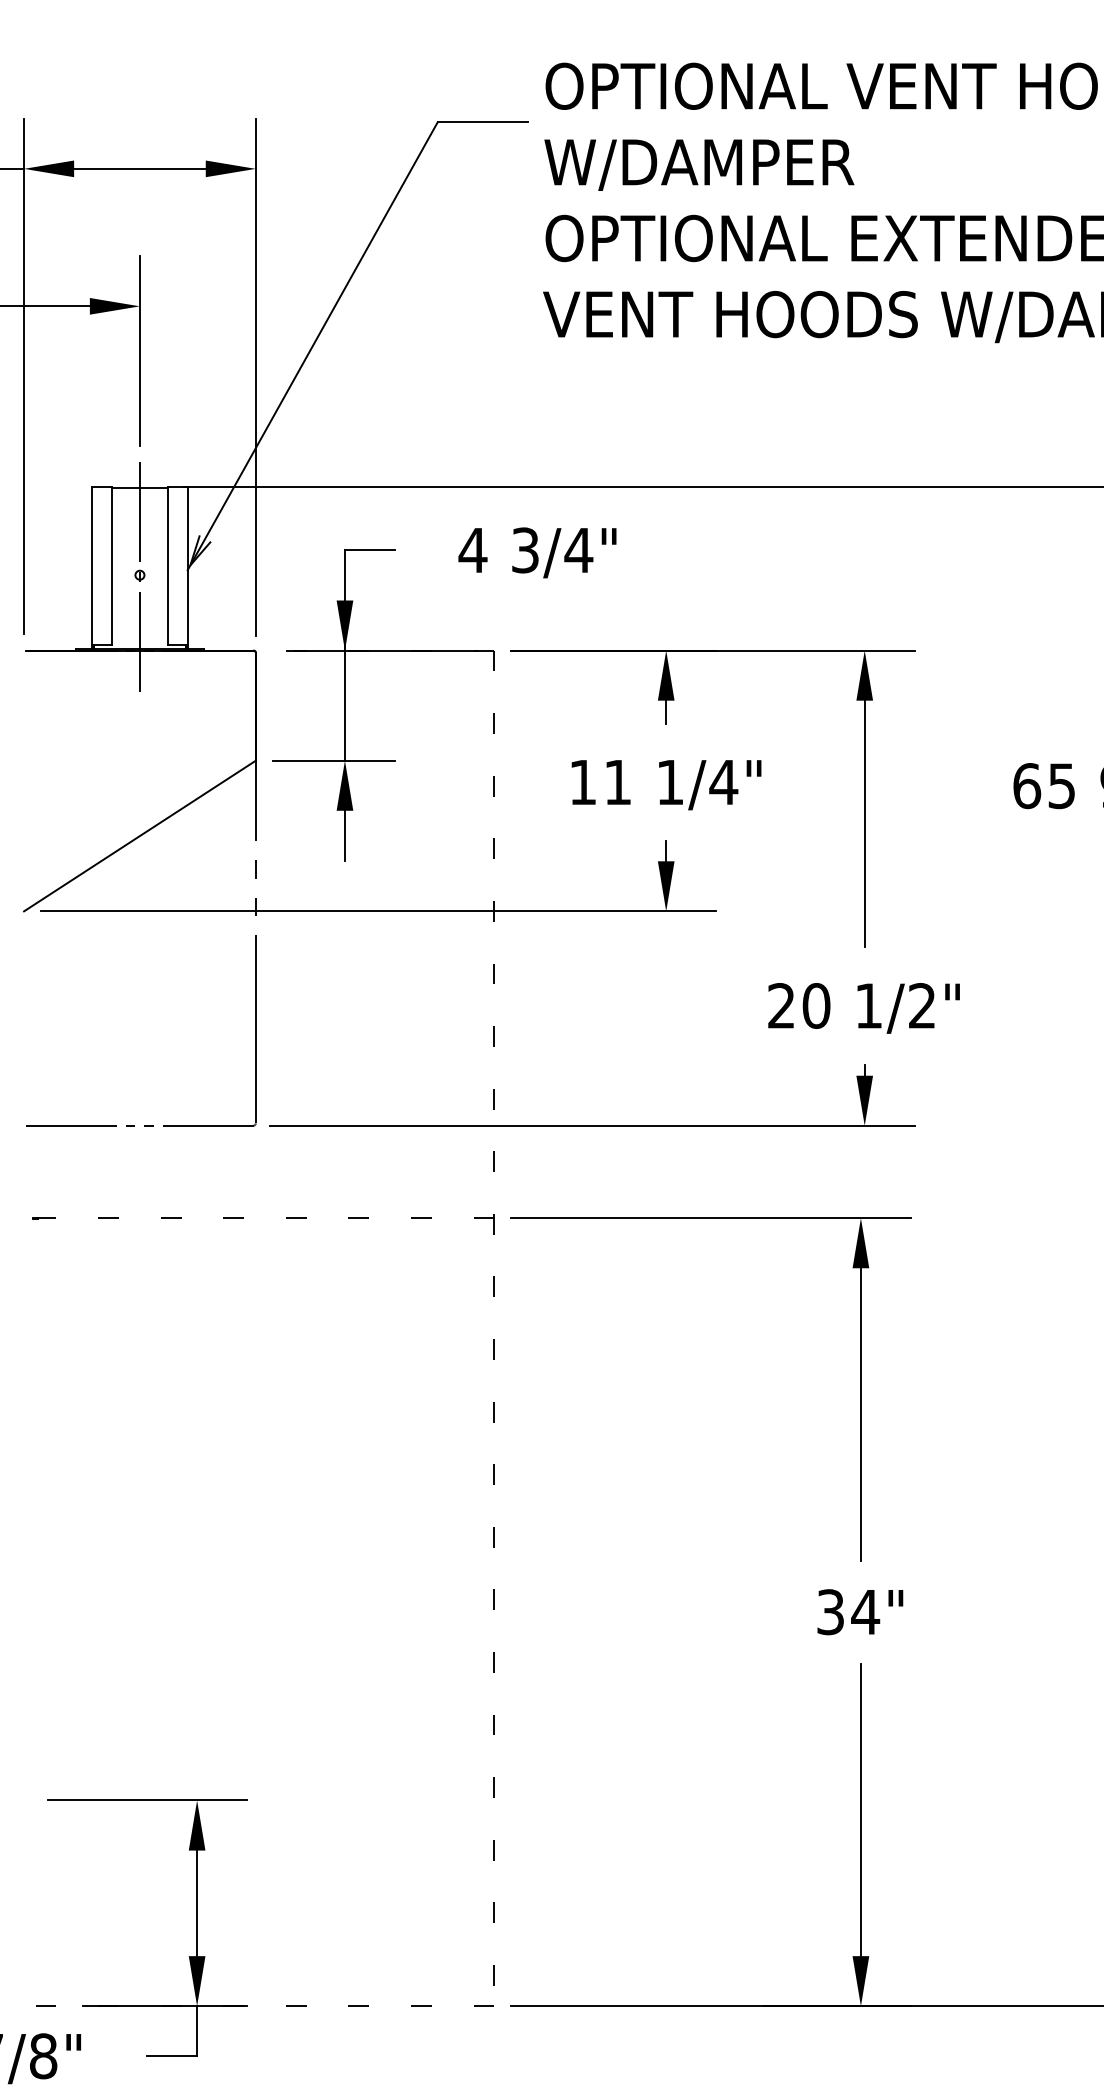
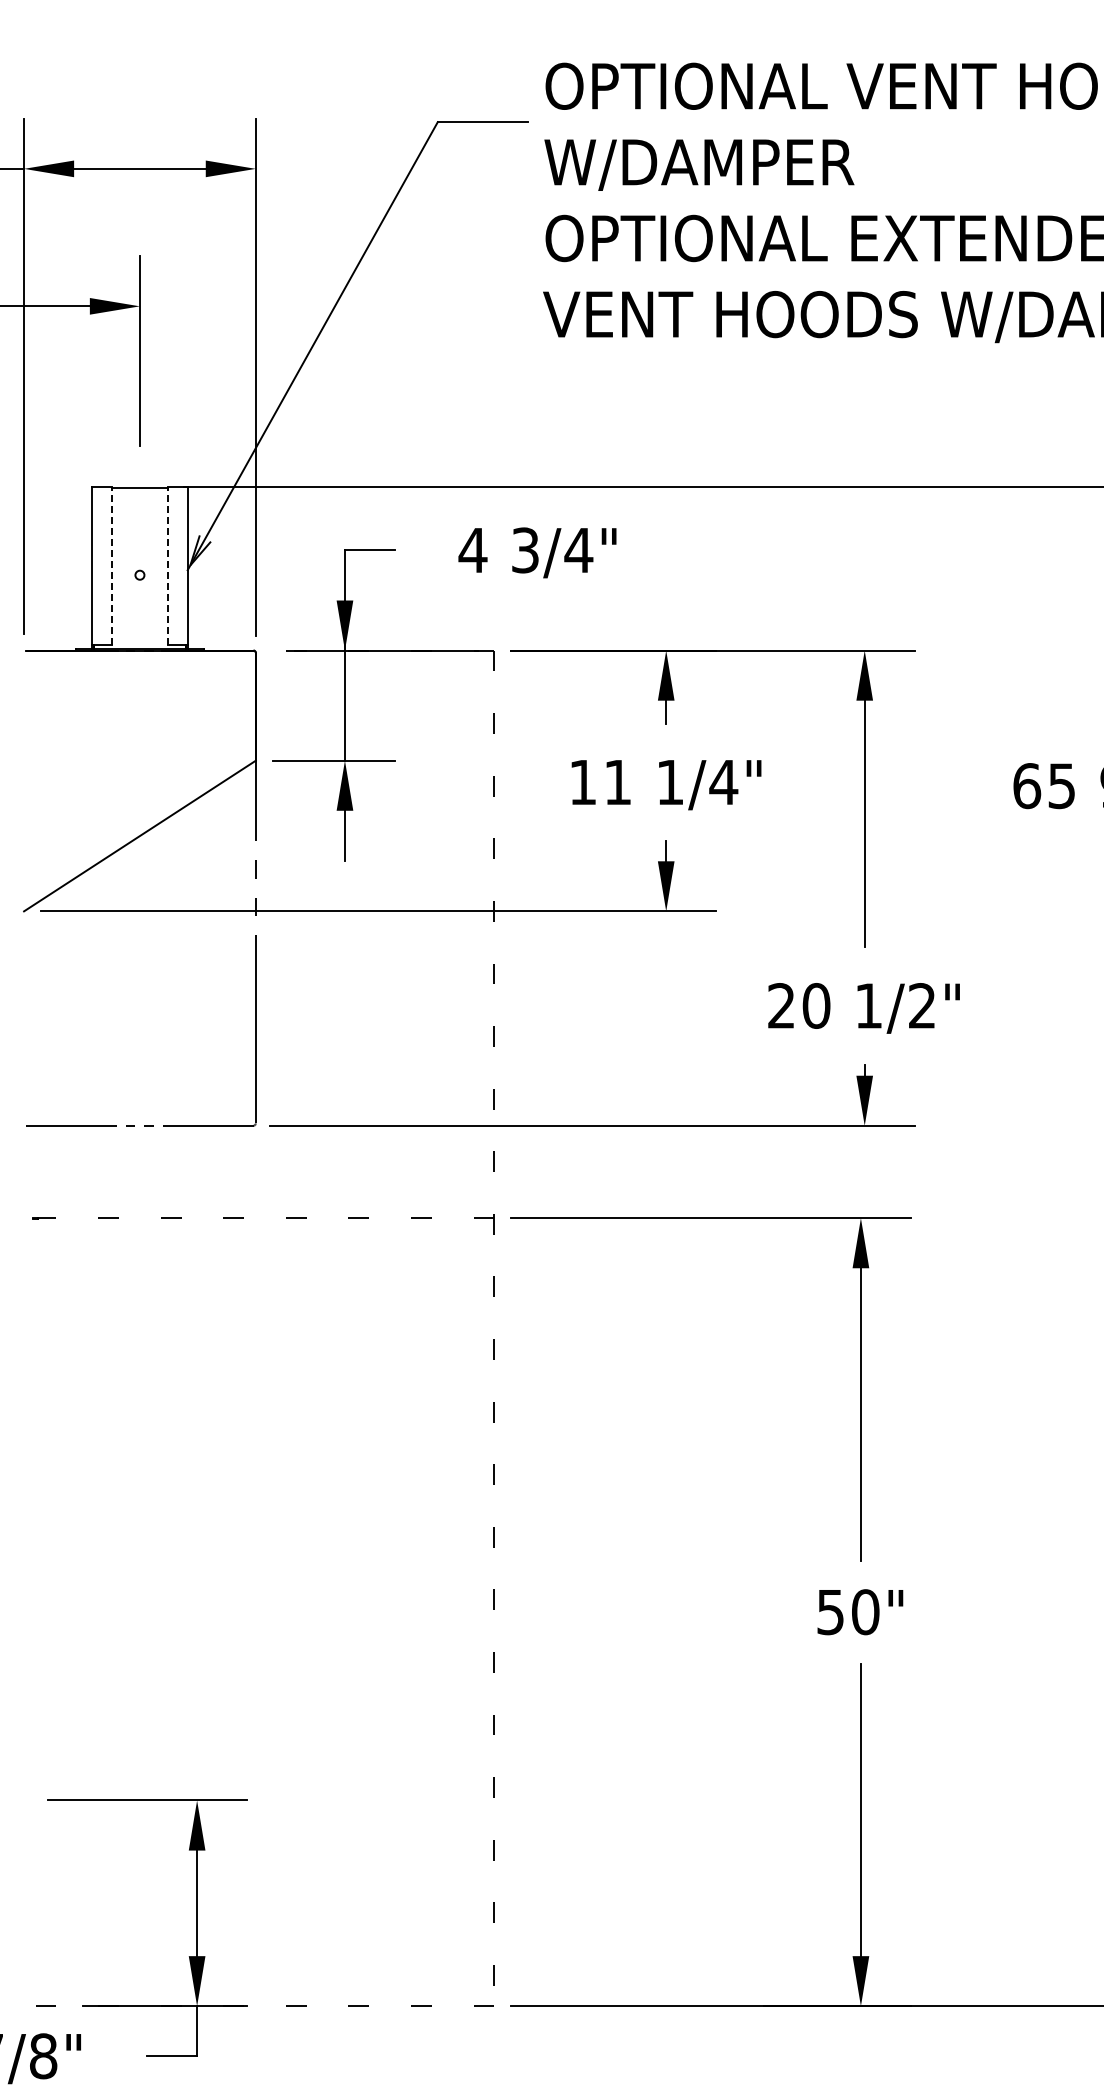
line at (112, 565): solid -> dashed
line at (167, 565): solid -> dashed
line at (139, 576): present -> none
text at (848, 1612): 34" -> 50"
